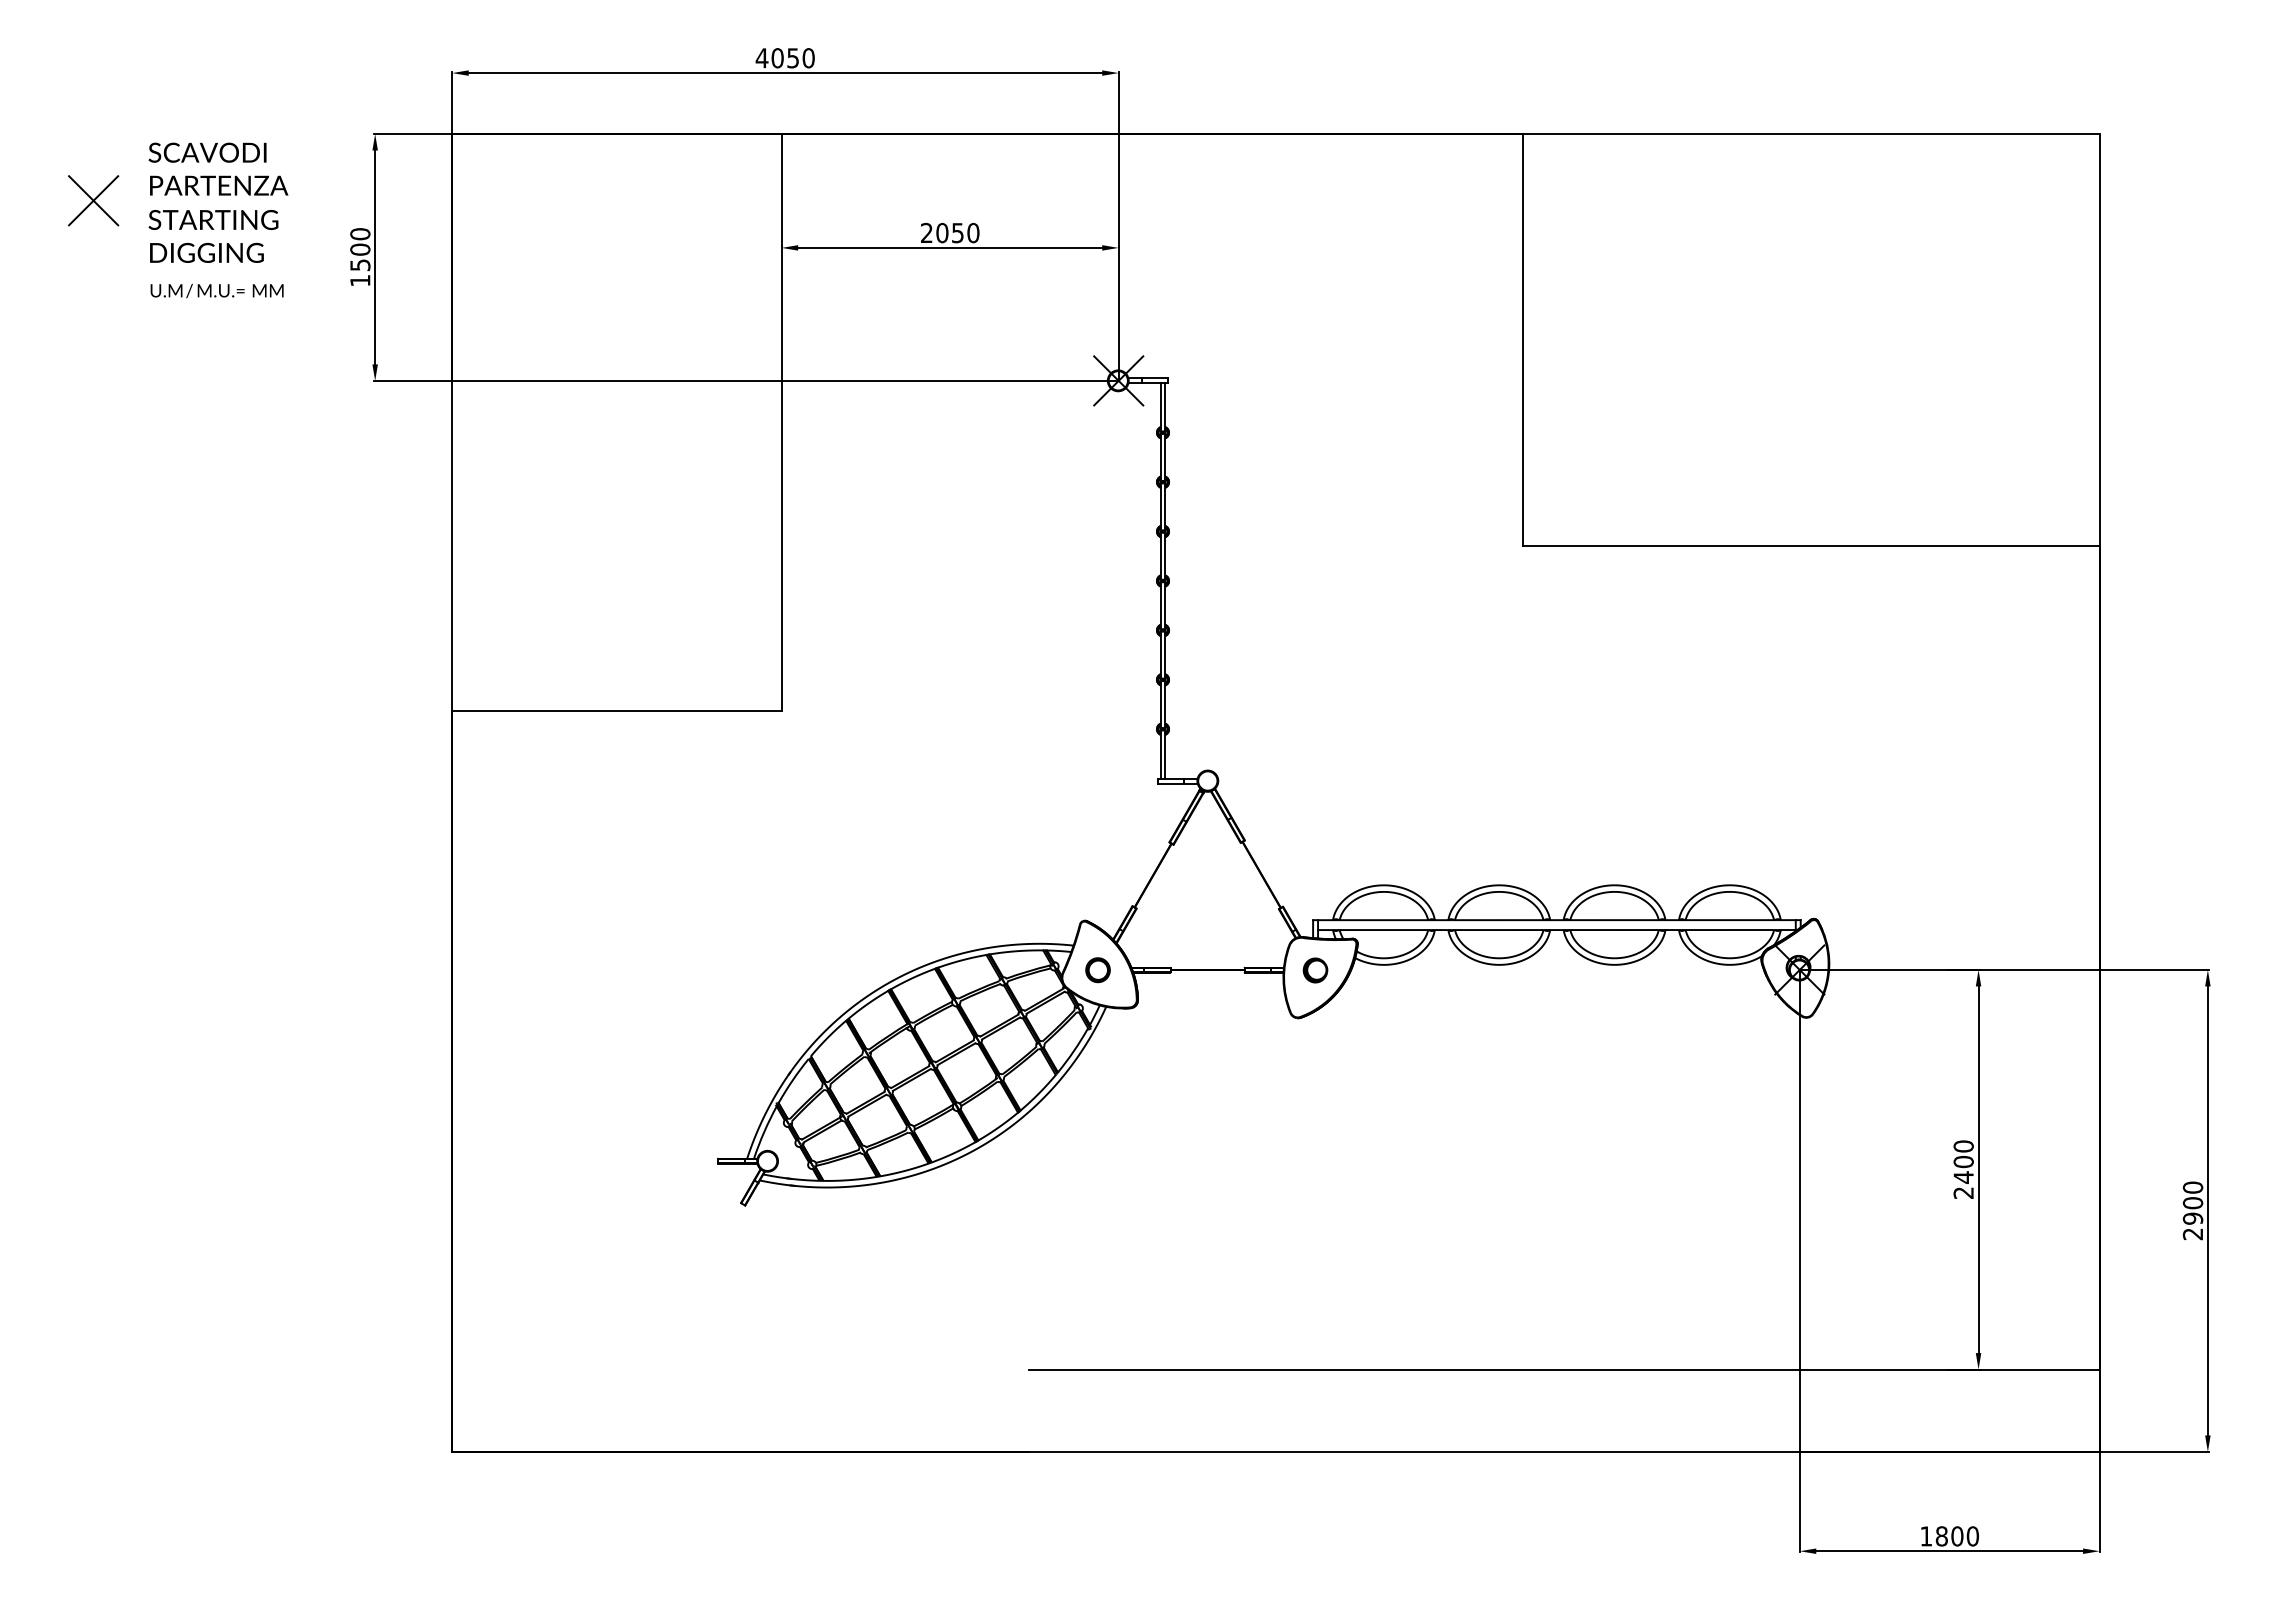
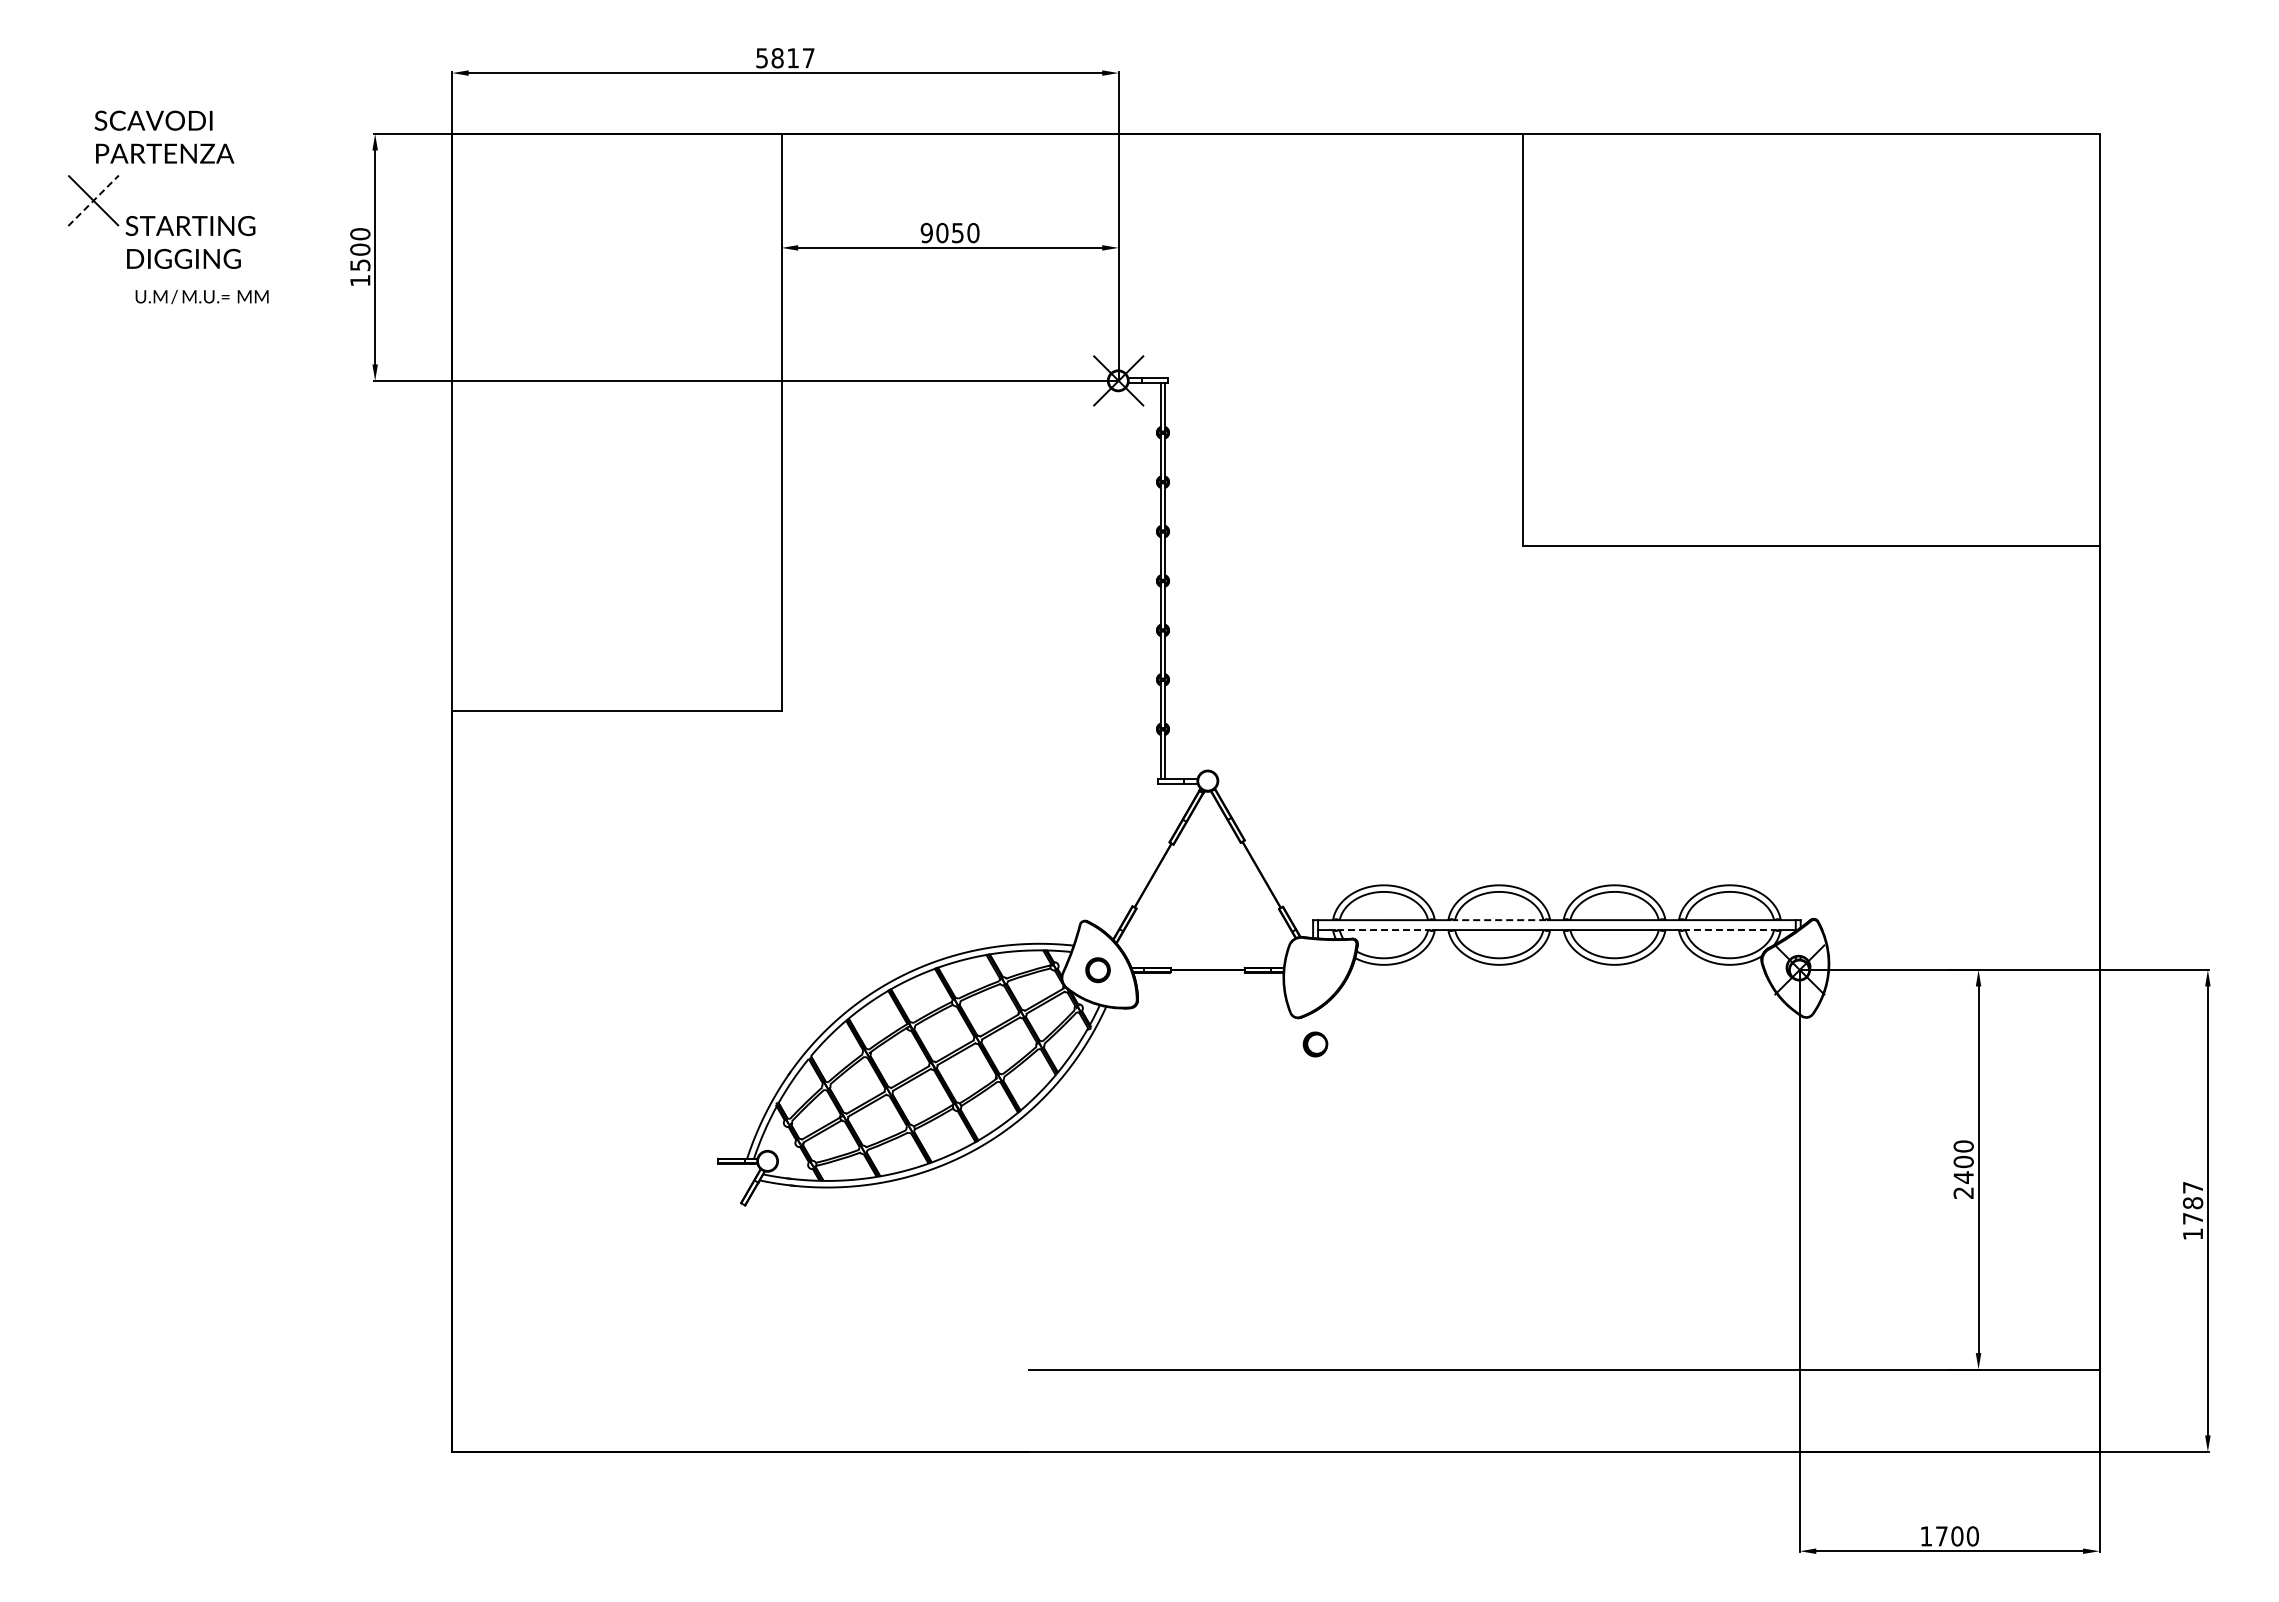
text at (784, 58): 4050 -> 5817
text at (218, 168) position: (218, 168) -> (164, 136)
line at (93, 200): solid -> dashed
text at (926, 233): 2050 -> 9050
text at (213, 236) position: (213, 236) -> (190, 242)
text at (216, 290) position: (216, 290) -> (201, 296)
line at (1499, 920): solid -> dashed
line at (1383, 930): solid -> dashed
line at (1729, 930): solid -> dashed
part at (1315, 970) position: (1315, 970) -> (1315, 1044)
text at (2192, 1210): 2900 -> 1787
text at (1941, 1536): 1800 -> 1700
